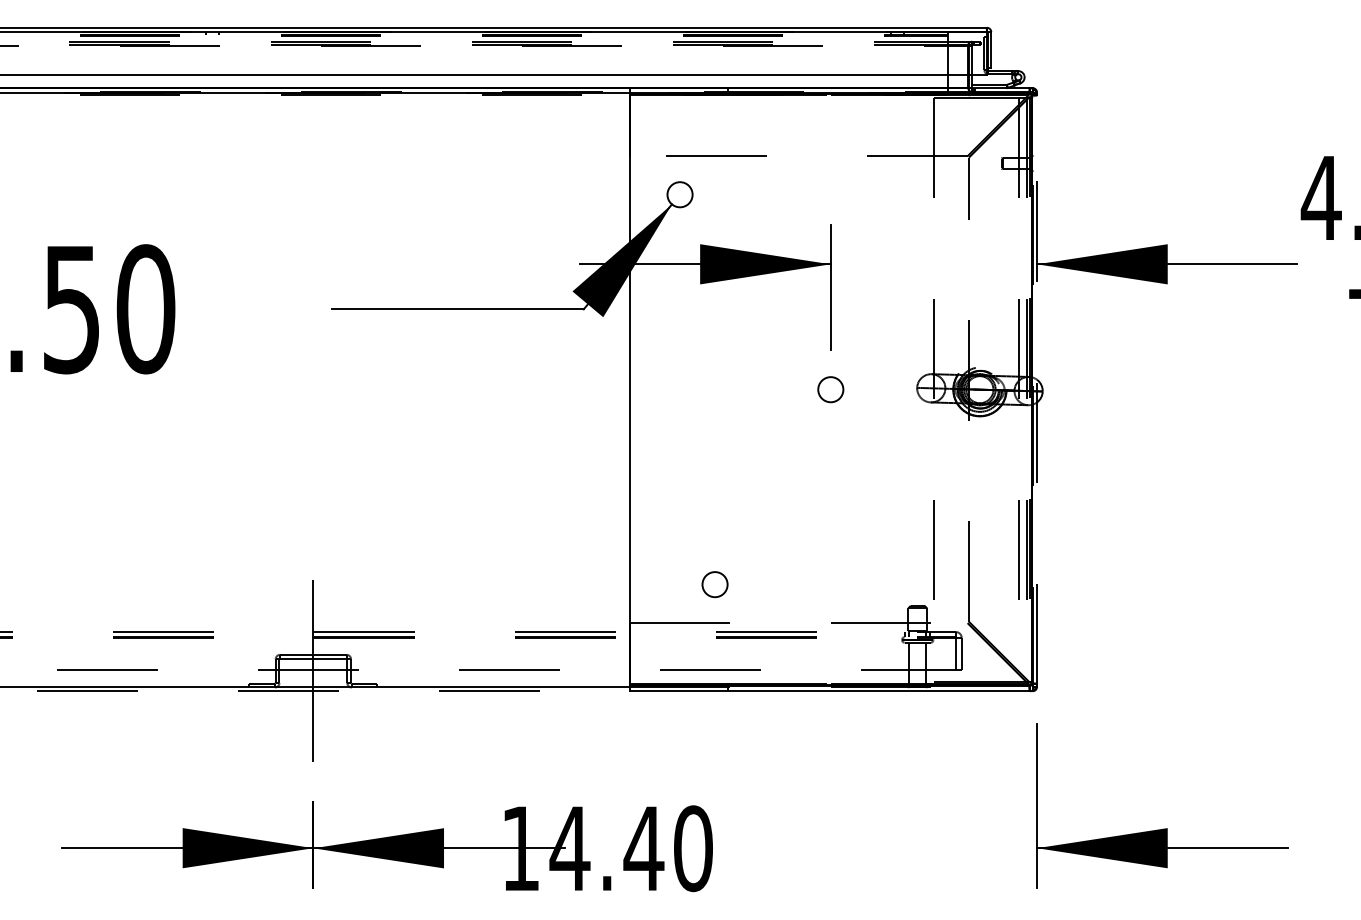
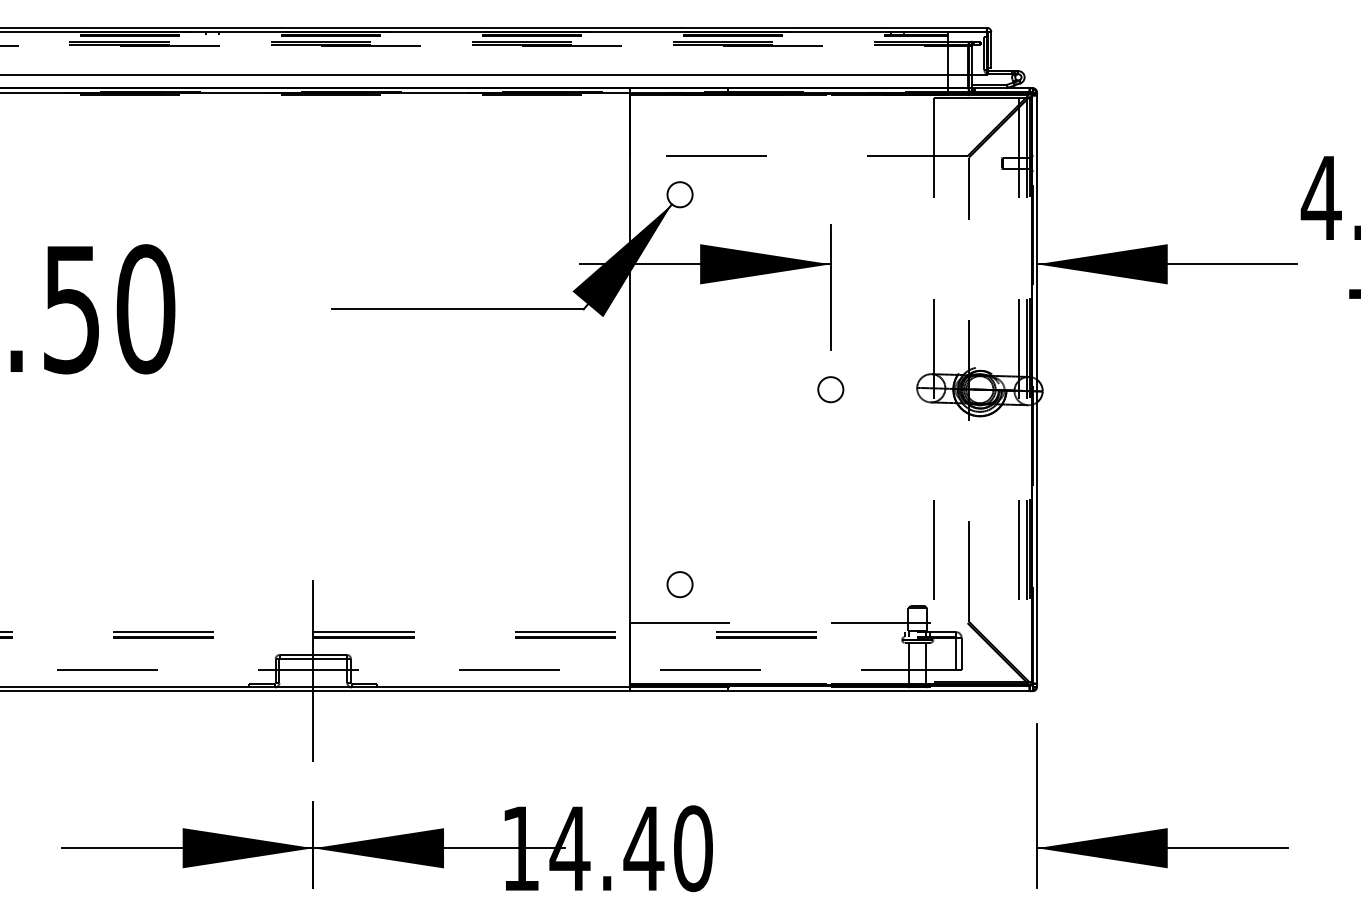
line at (1037, 389): dashed -> solid
circle at (714, 584) position: (714, 584) -> (679, 584)
line at (315, 691): dashed -> solid
